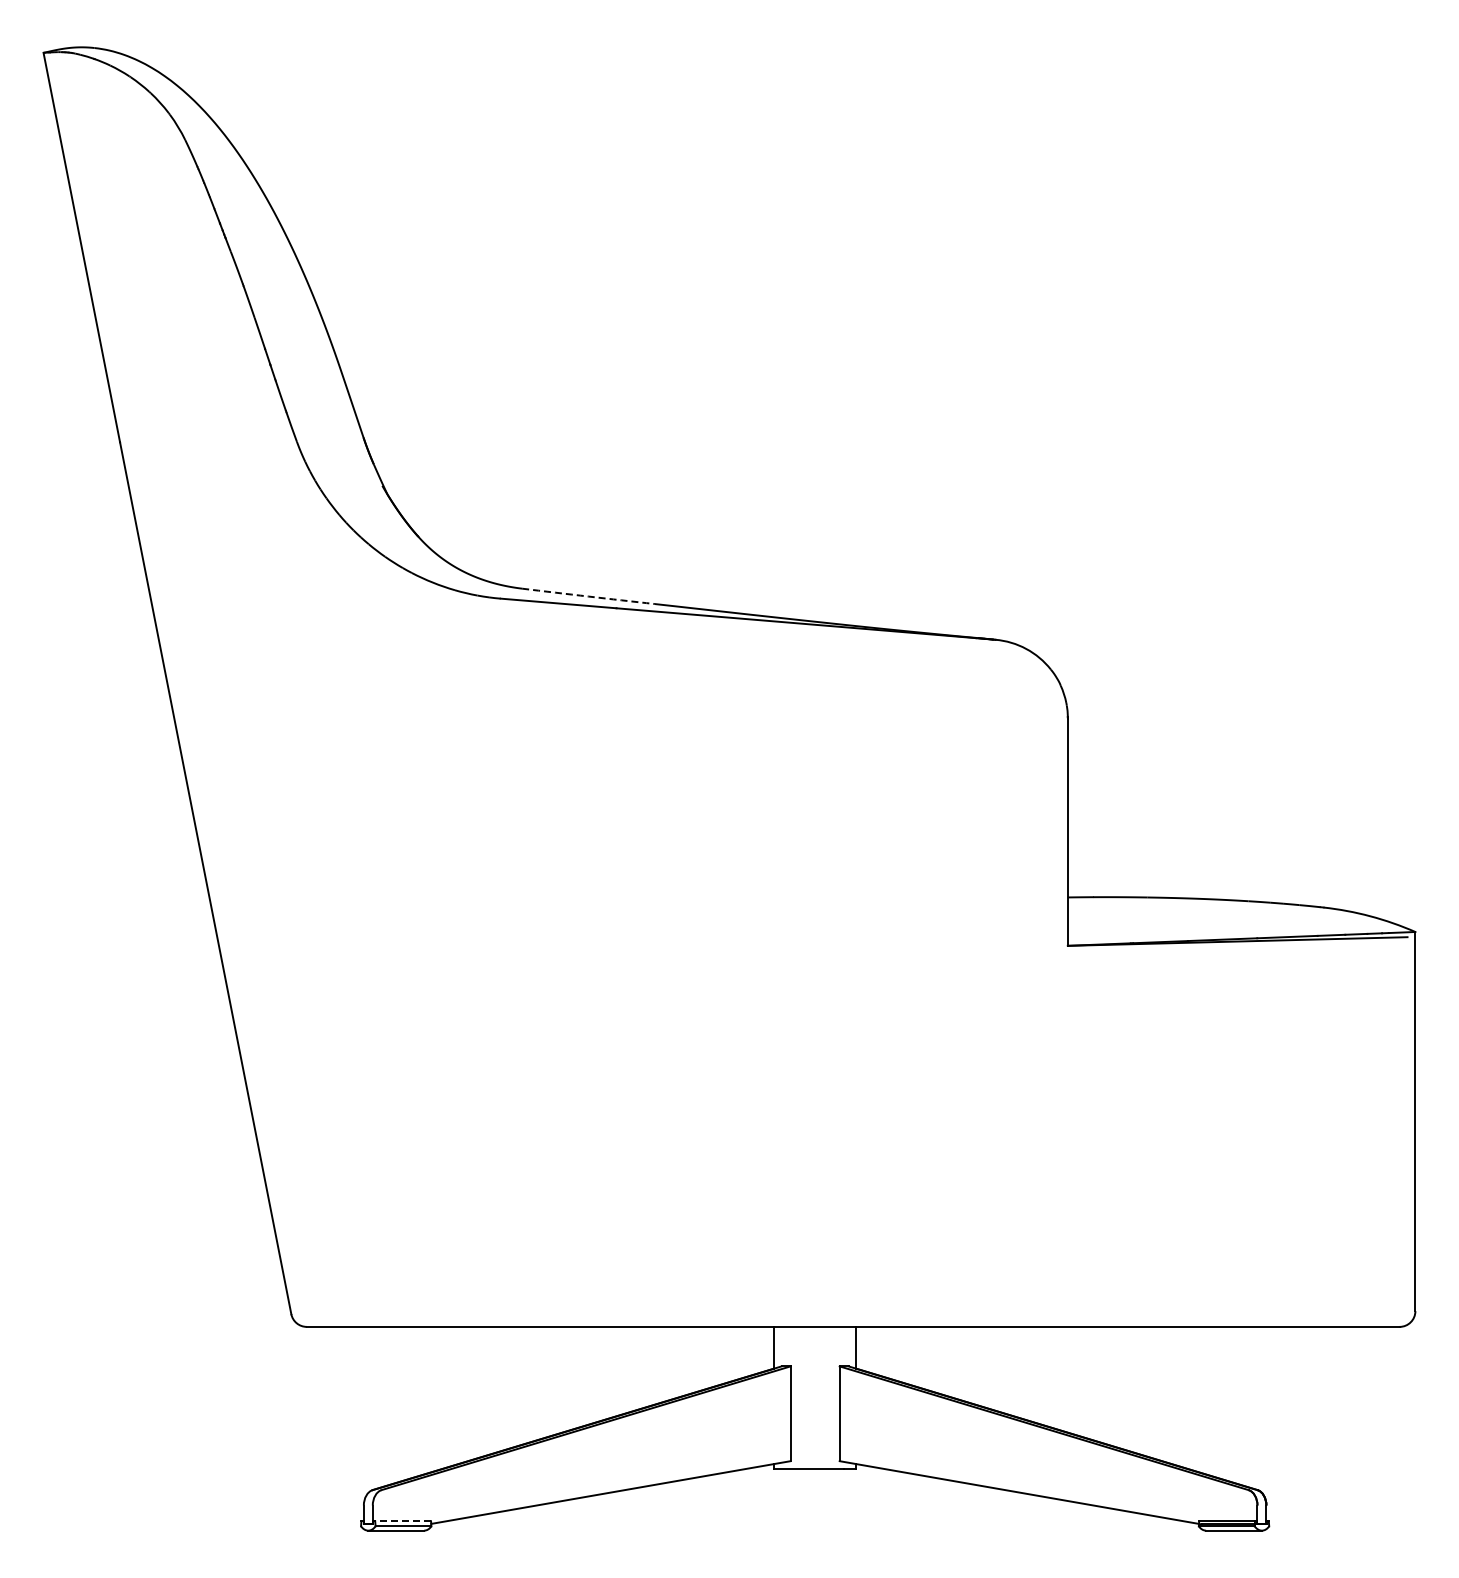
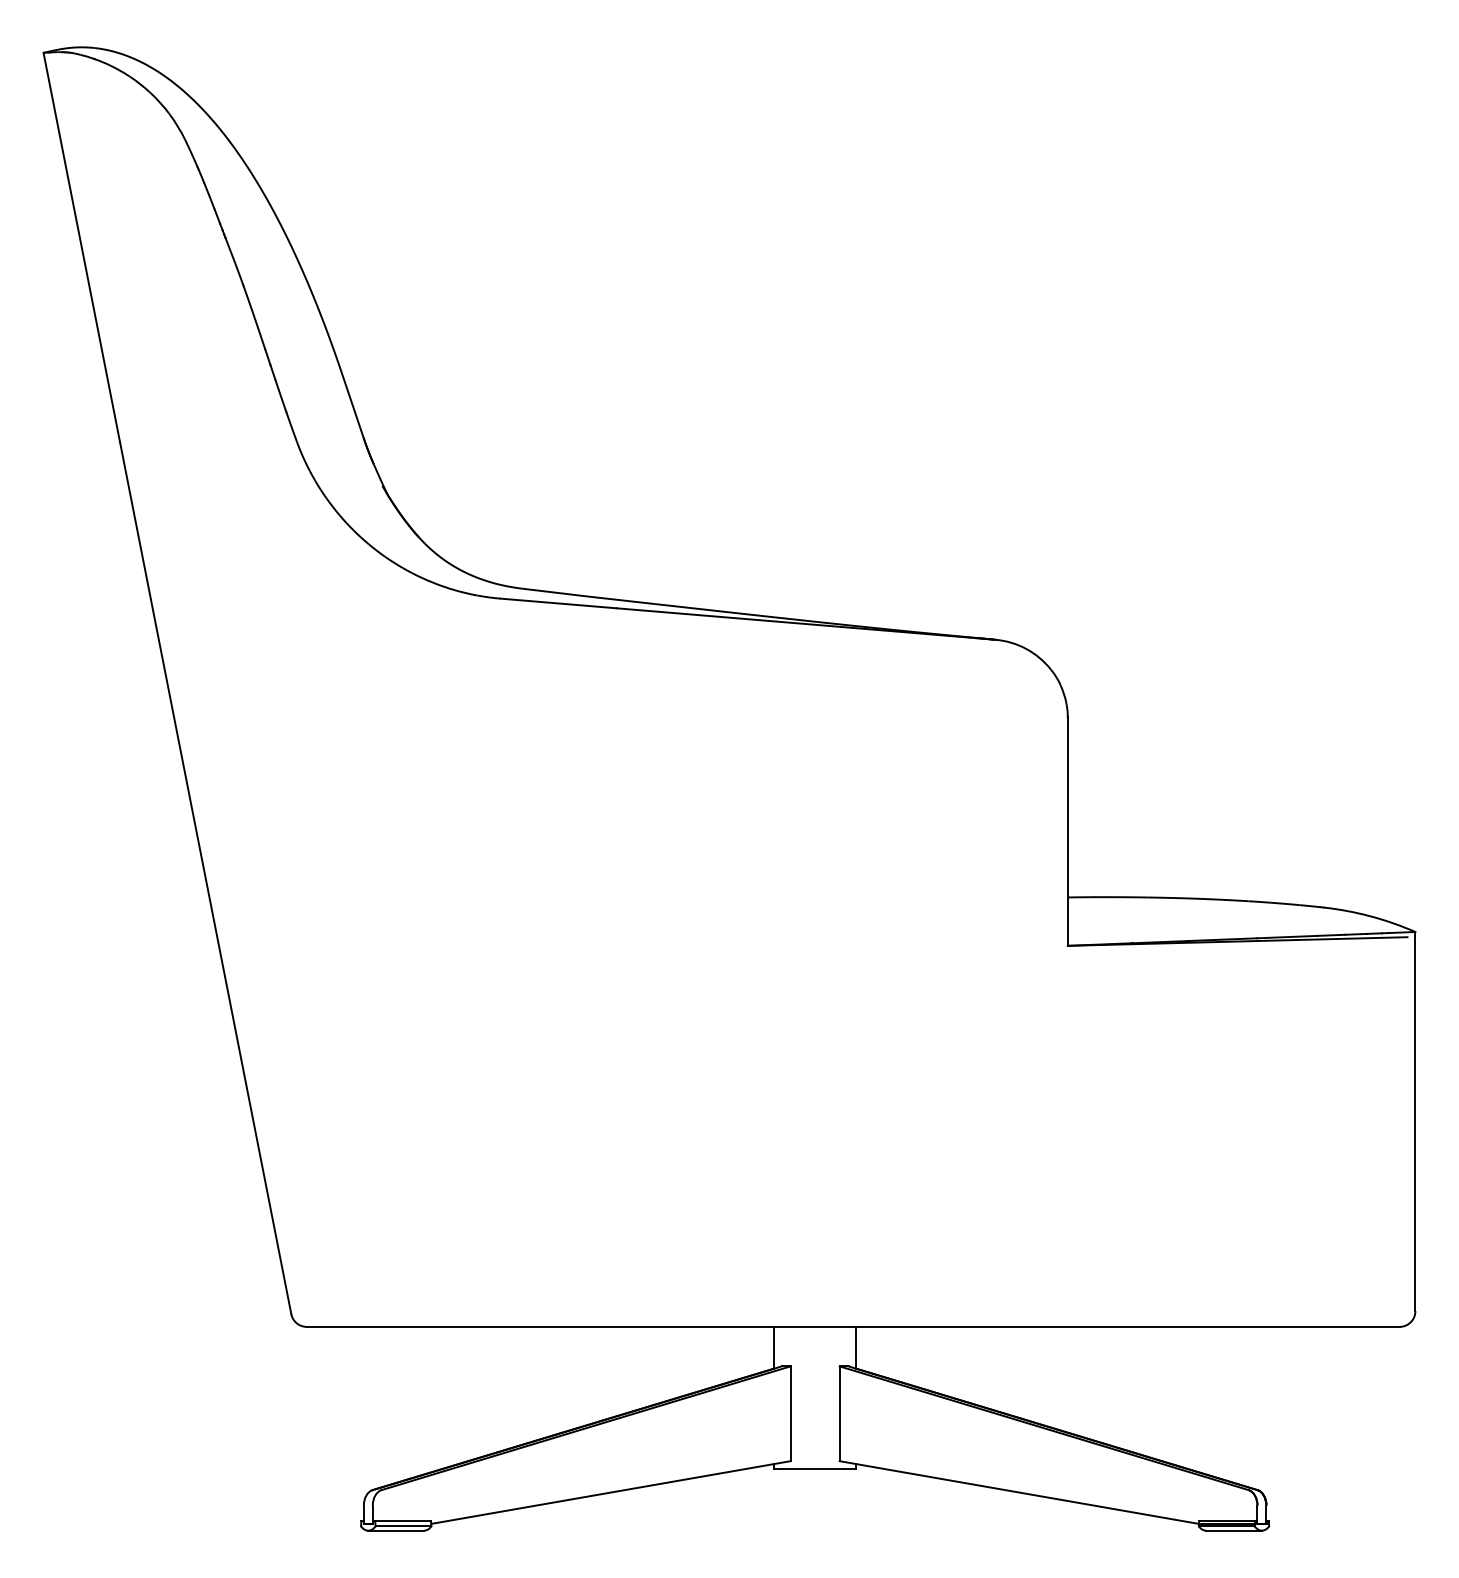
line at (588, 596): dashed -> solid
line at (403, 1521): dashed -> solid
